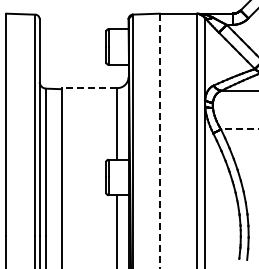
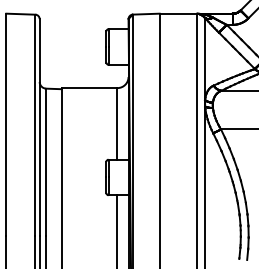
line at (89, 88): dashed -> solid
line at (239, 129): dashed -> solid
line at (159, 141): dashed -> solid
